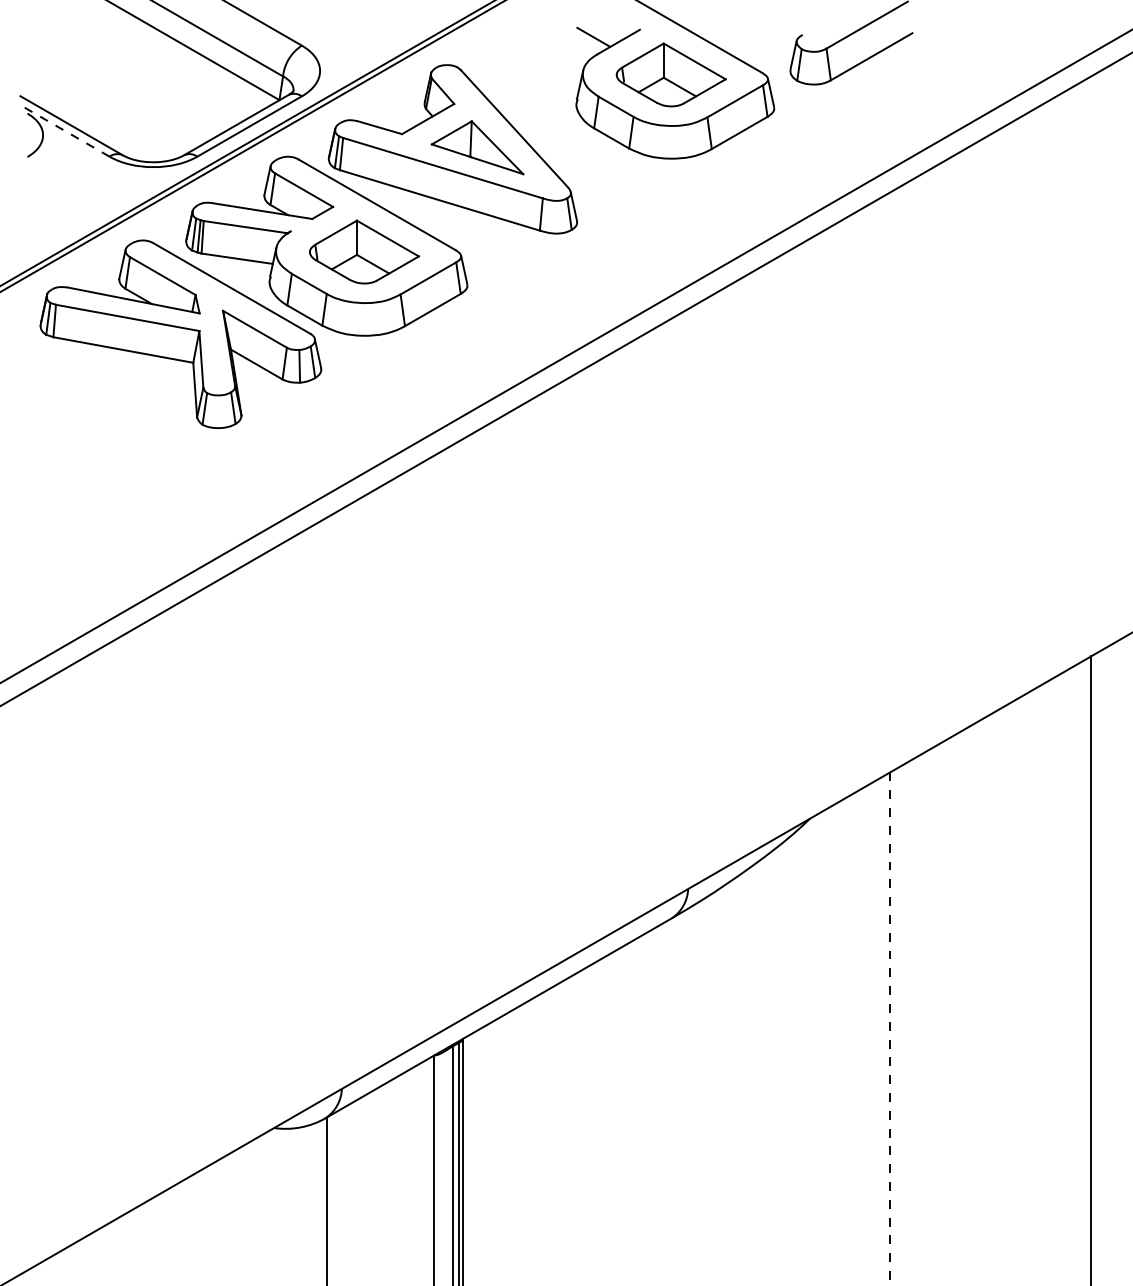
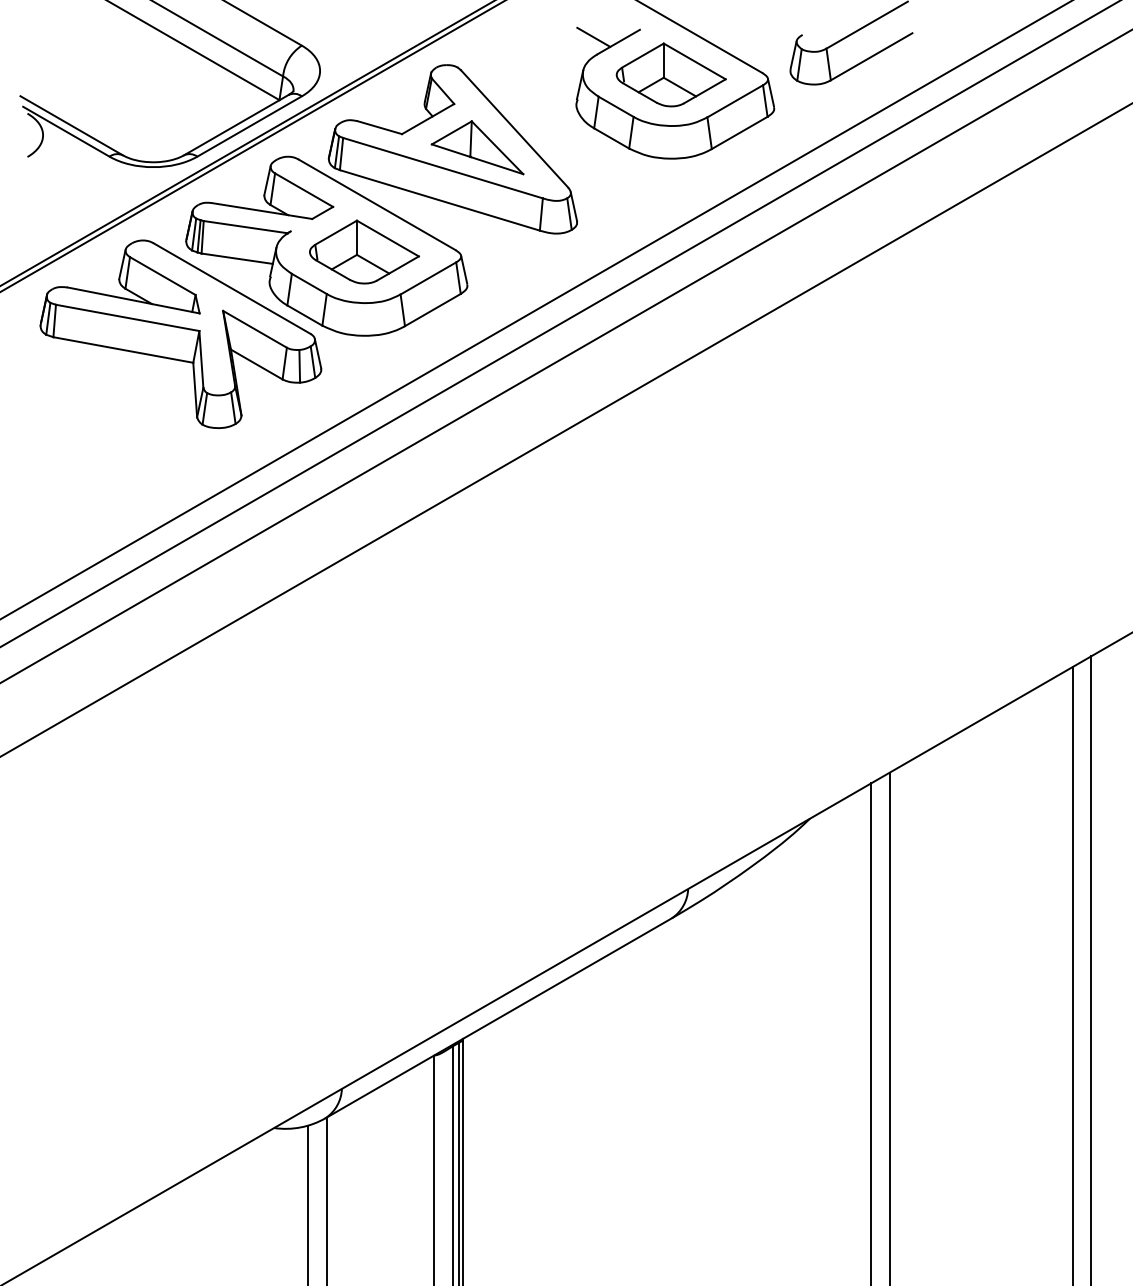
line at (66, 131): dashed -> solid
line at (535, 310): none -> present
line at (559, 324): none -> present
line at (565, 379) position: (565, 379) -> (565, 429)
line at (1072, 974): none -> present
line at (890, 1029): dashed -> solid
line at (871, 1032): none -> present
line at (307, 1203): none -> present
